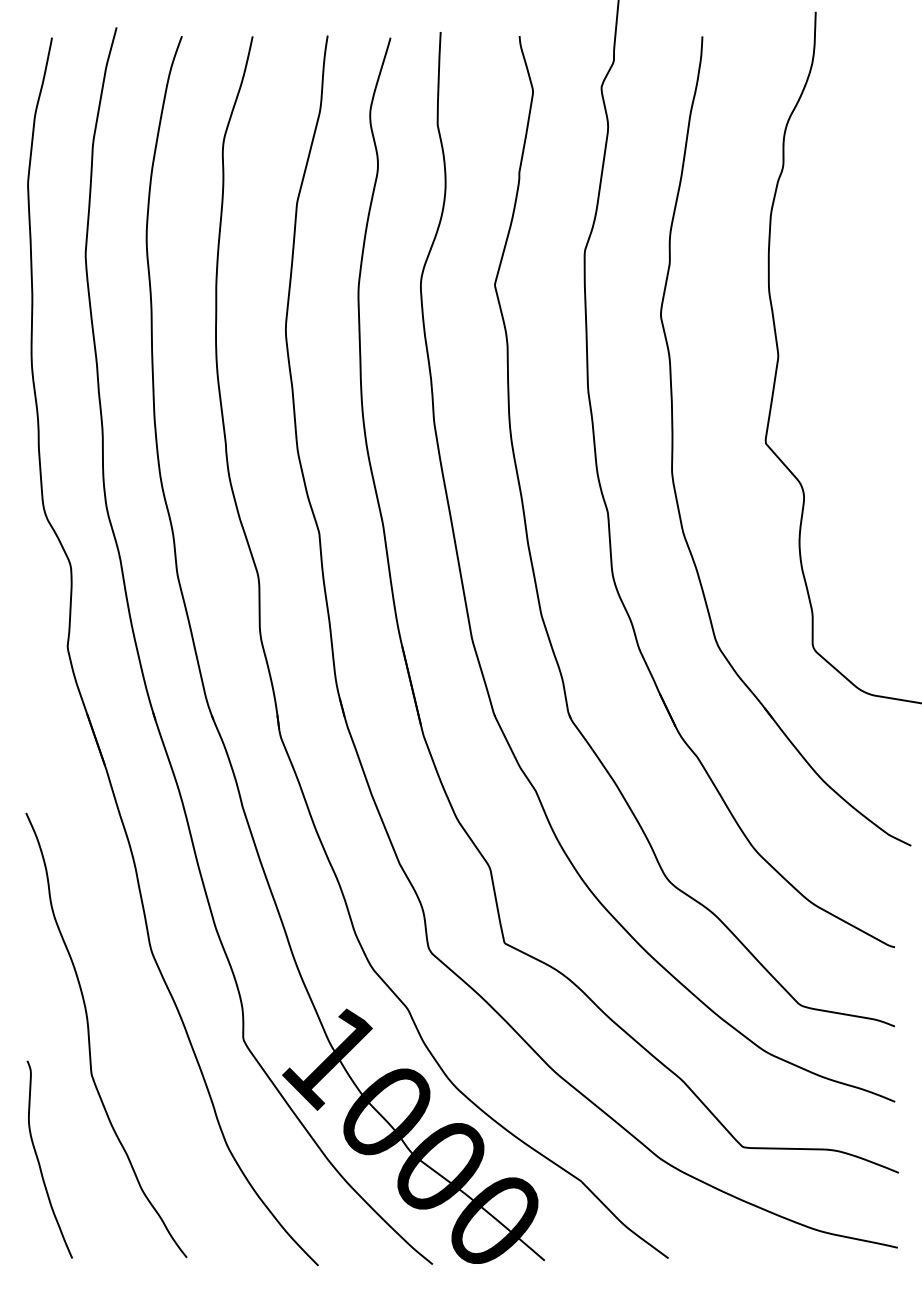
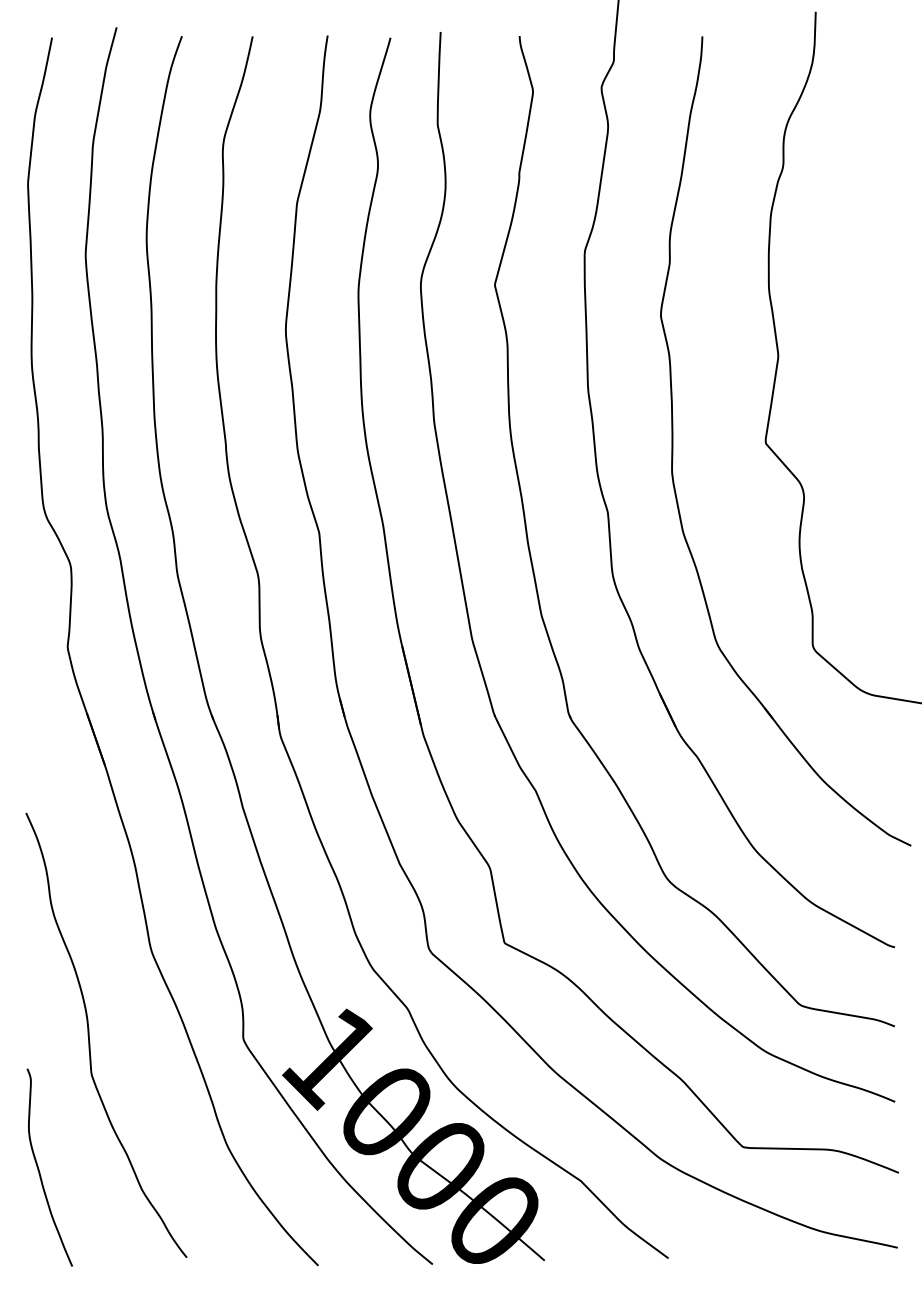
curve at (39, 1160) position: (39, 1160) -> (39, 1168)
